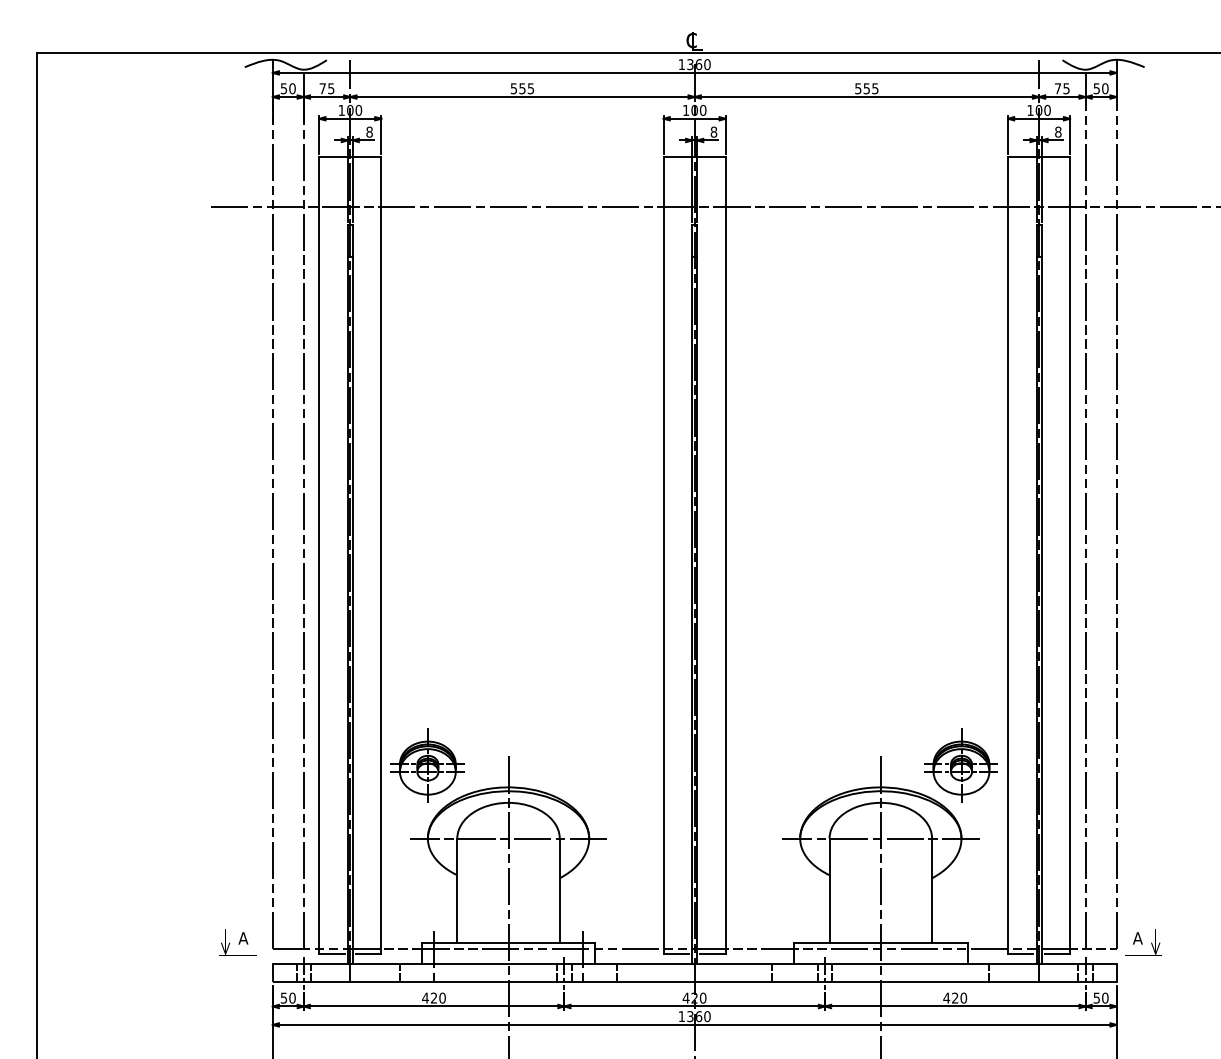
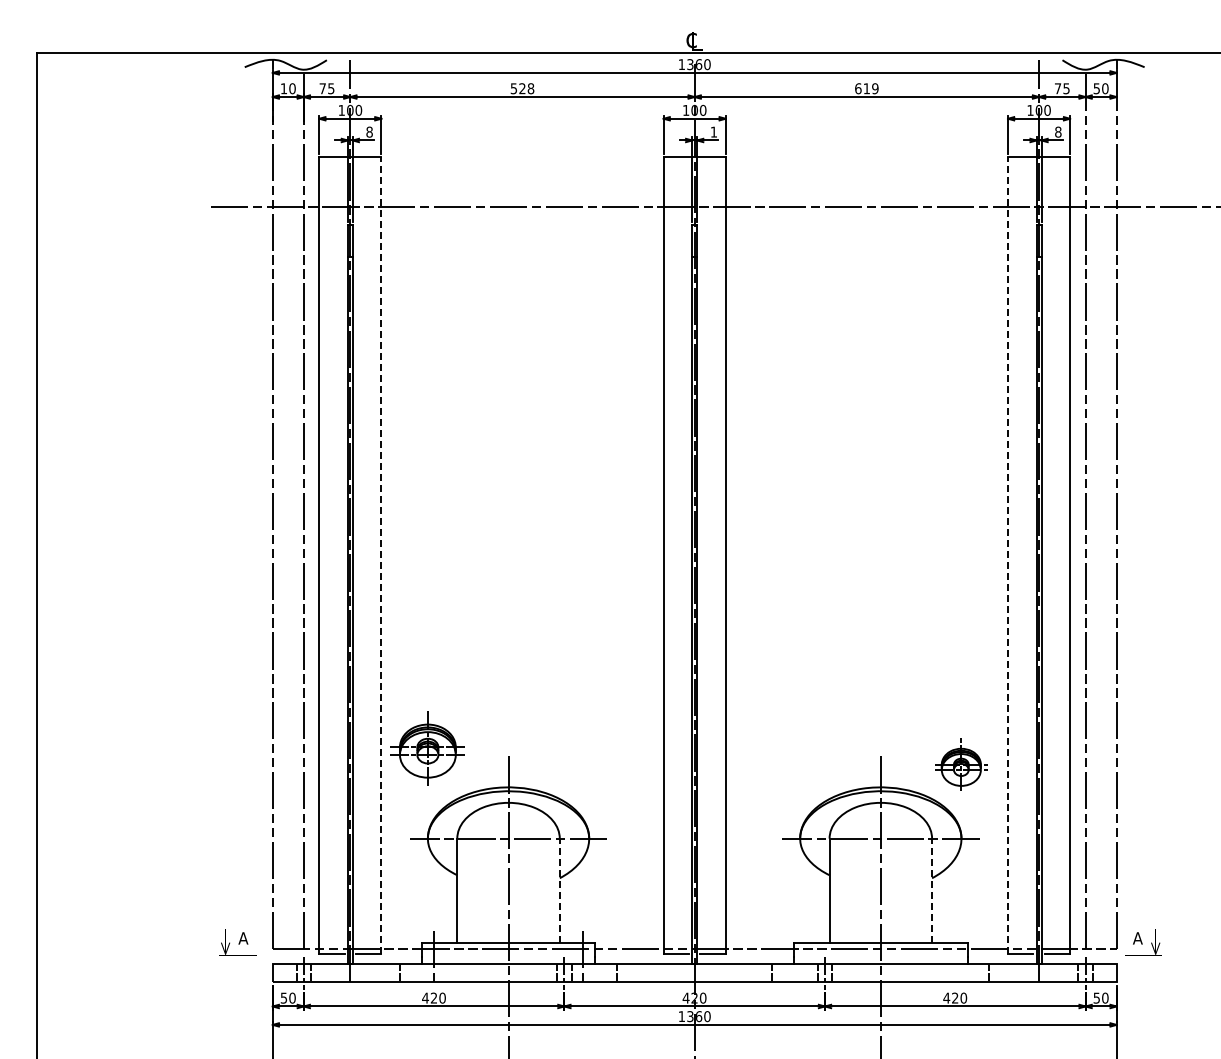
text at (283, 88): 50 -> 10
text at (526, 88): 555 -> 528
text at (866, 88): 555 -> 619
text at (713, 131): 8 -> 1
line at (381, 554): solid -> dashed
line at (1008, 554): solid -> dashed
part at (427, 765) position: (427, 765) -> (427, 748)
part at (960, 765) size: 74x75 px -> 53x53 px
line at (559, 890): solid -> dashed
line at (932, 890): solid -> dashed
